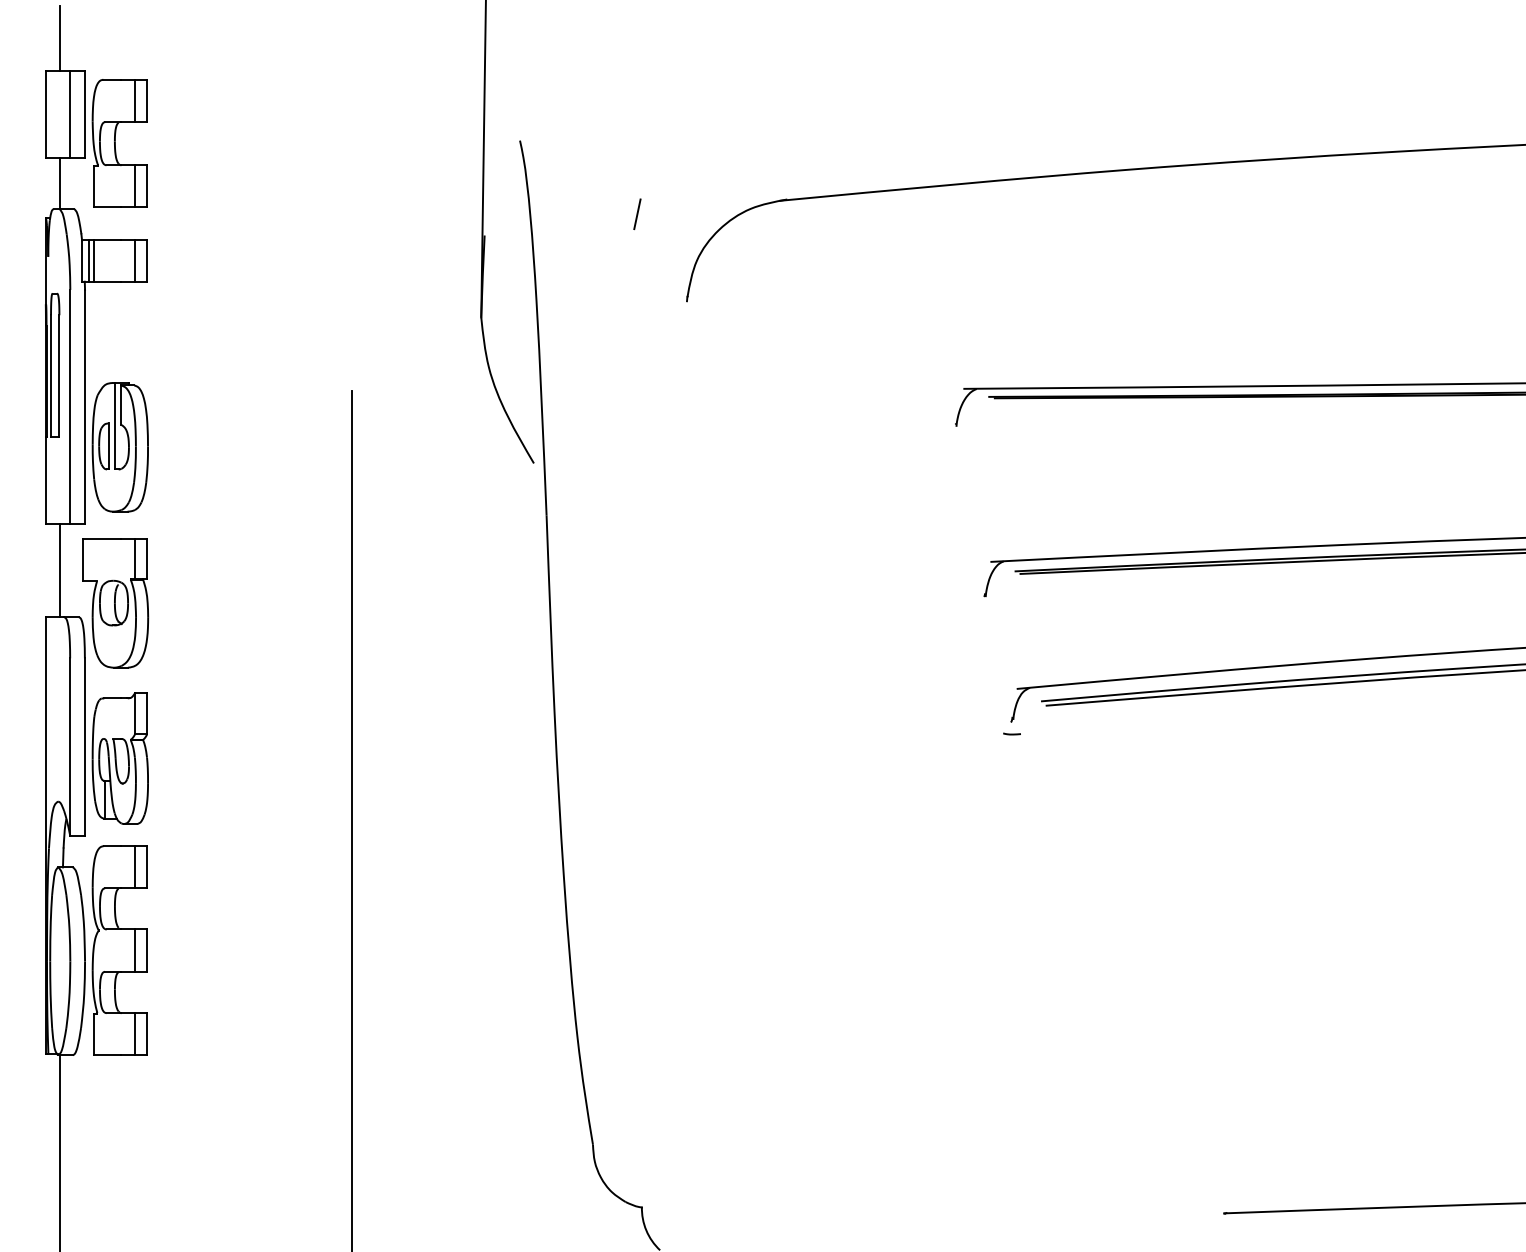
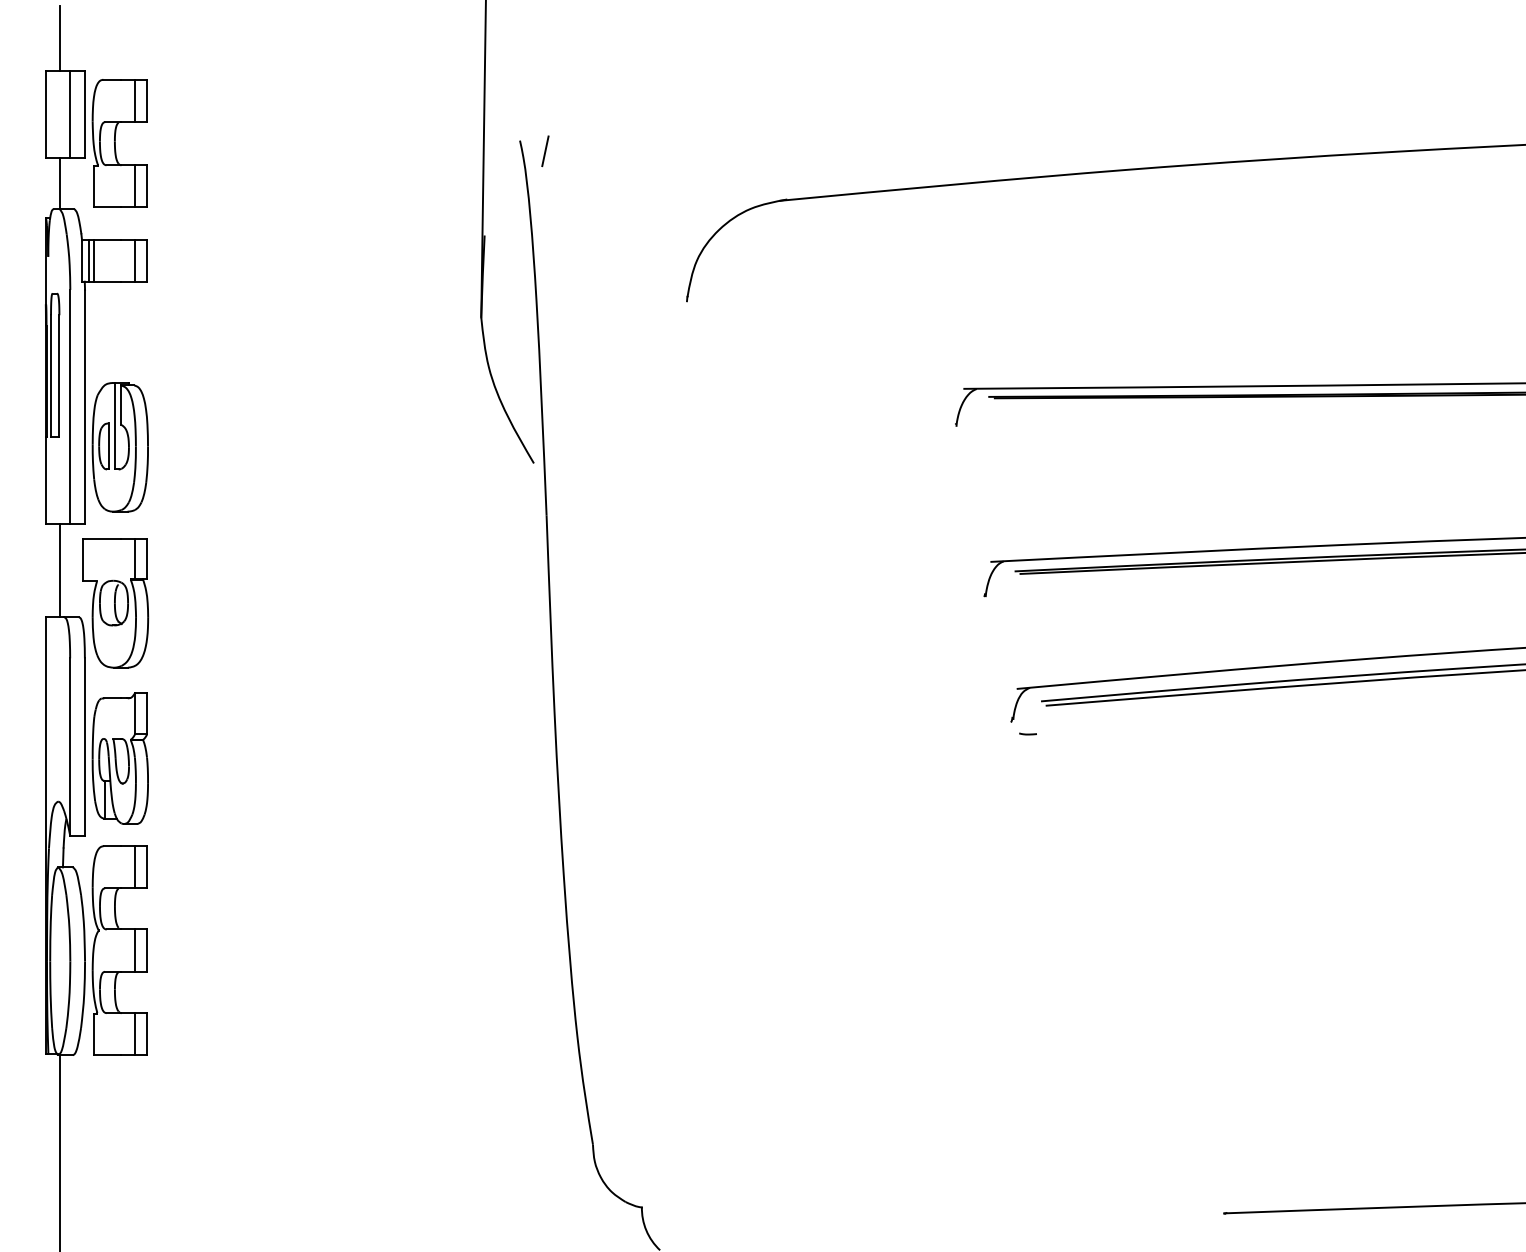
line at (637, 214) position: (637, 214) -> (545, 151)
line at (1011, 733) position: (1011, 733) -> (1027, 733)
line at (351, 819): present -> none
